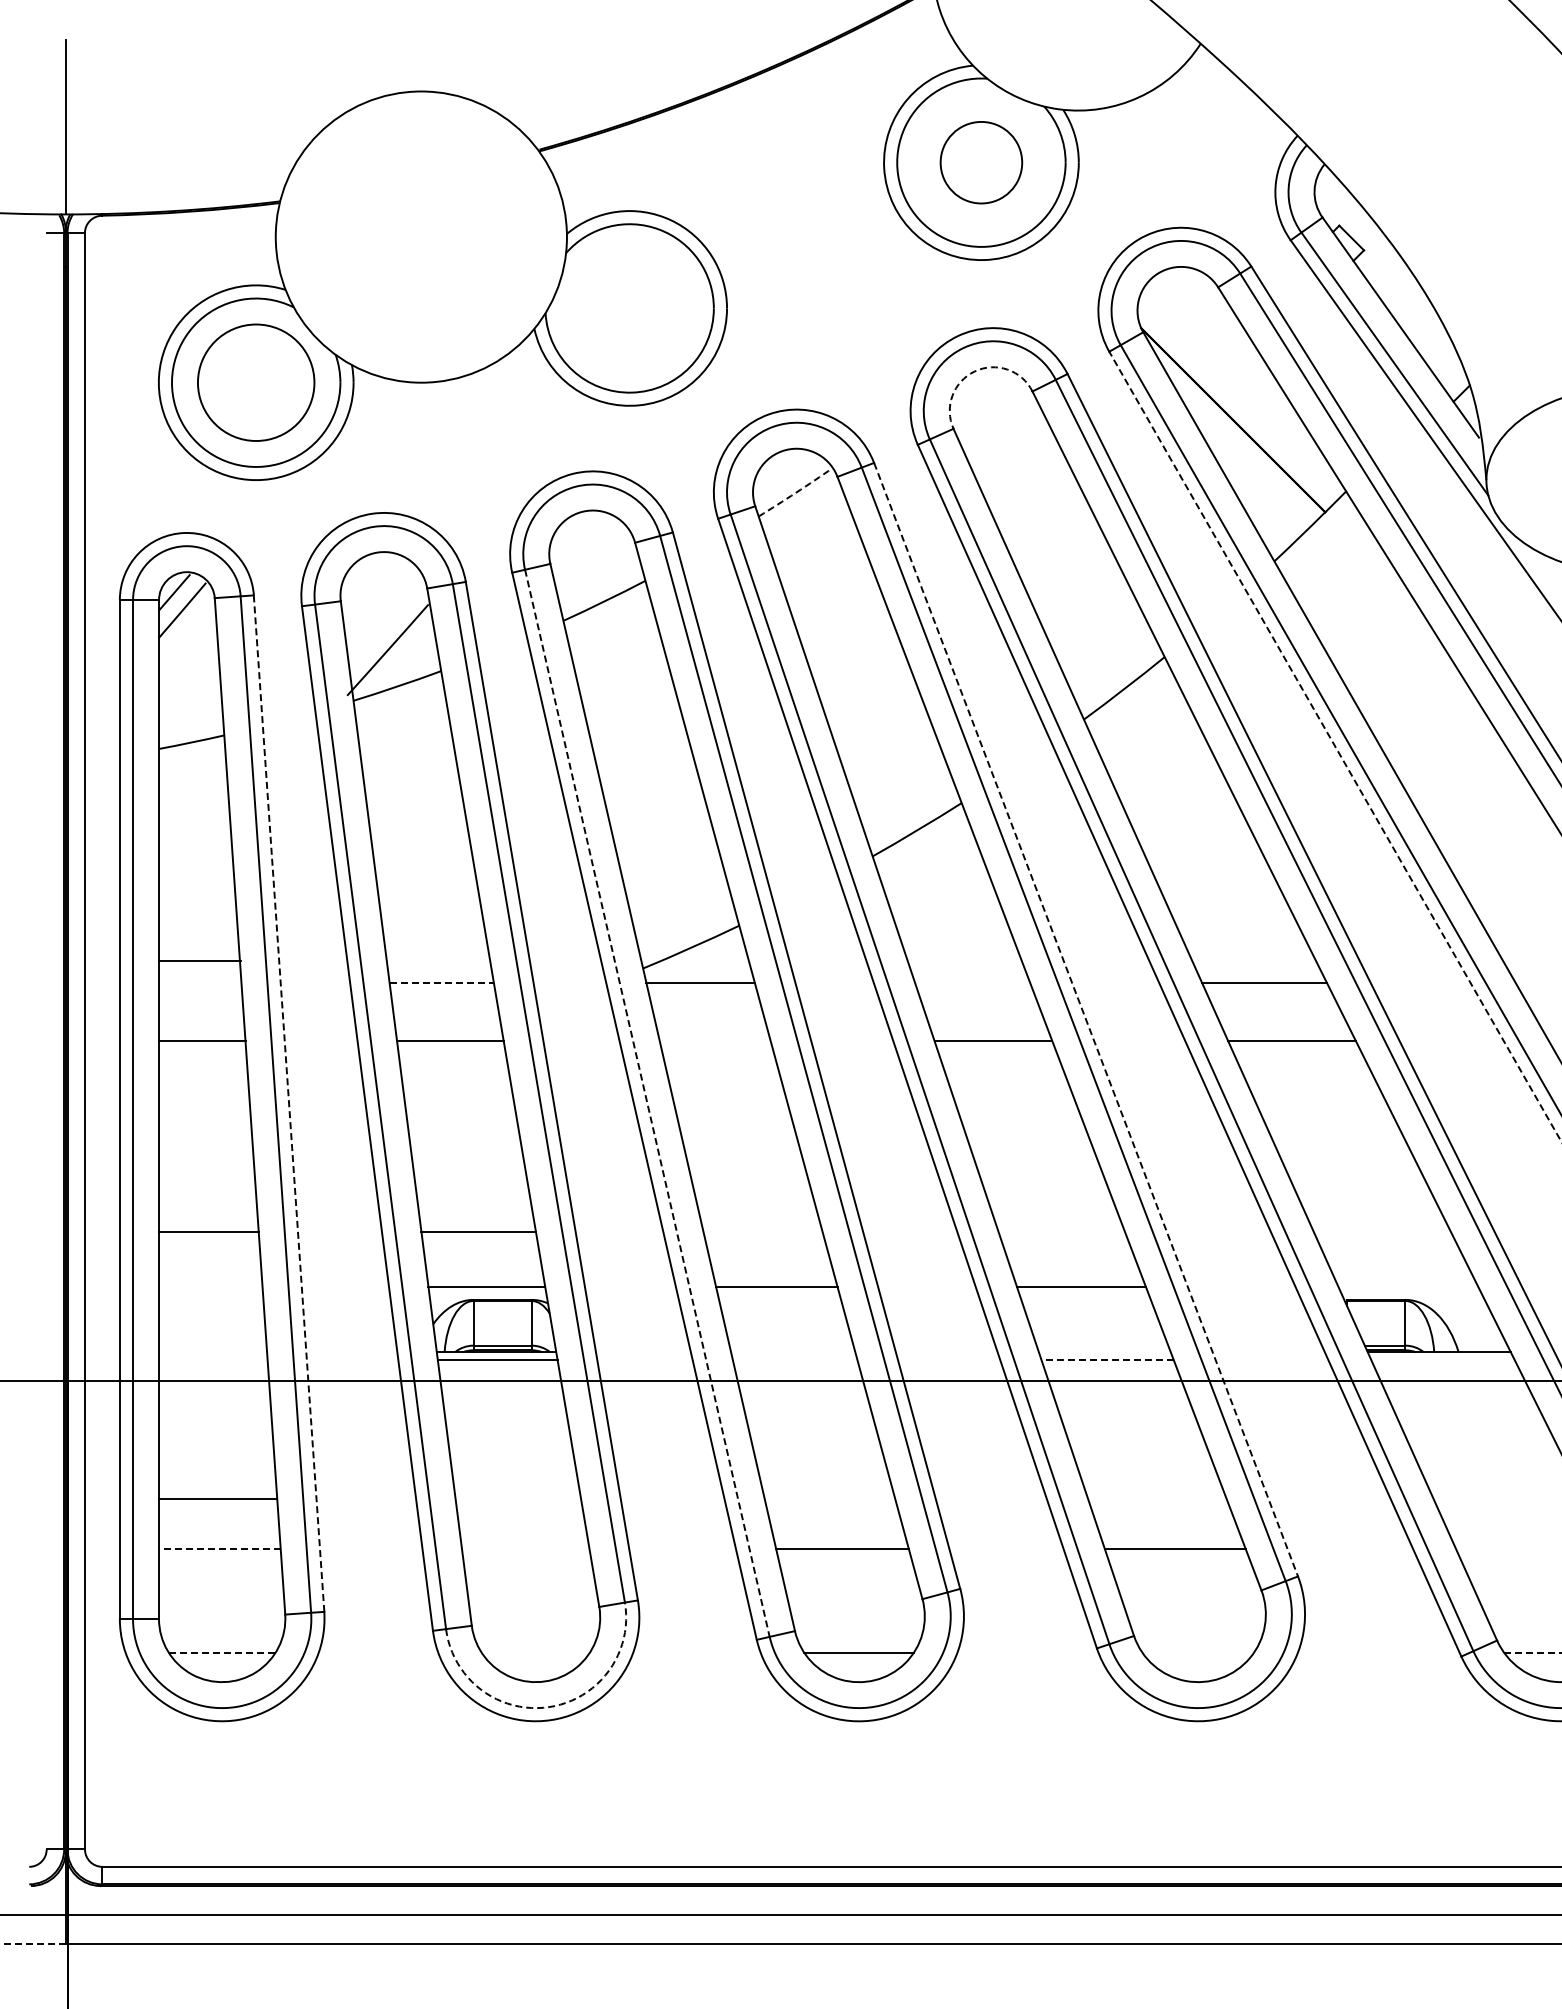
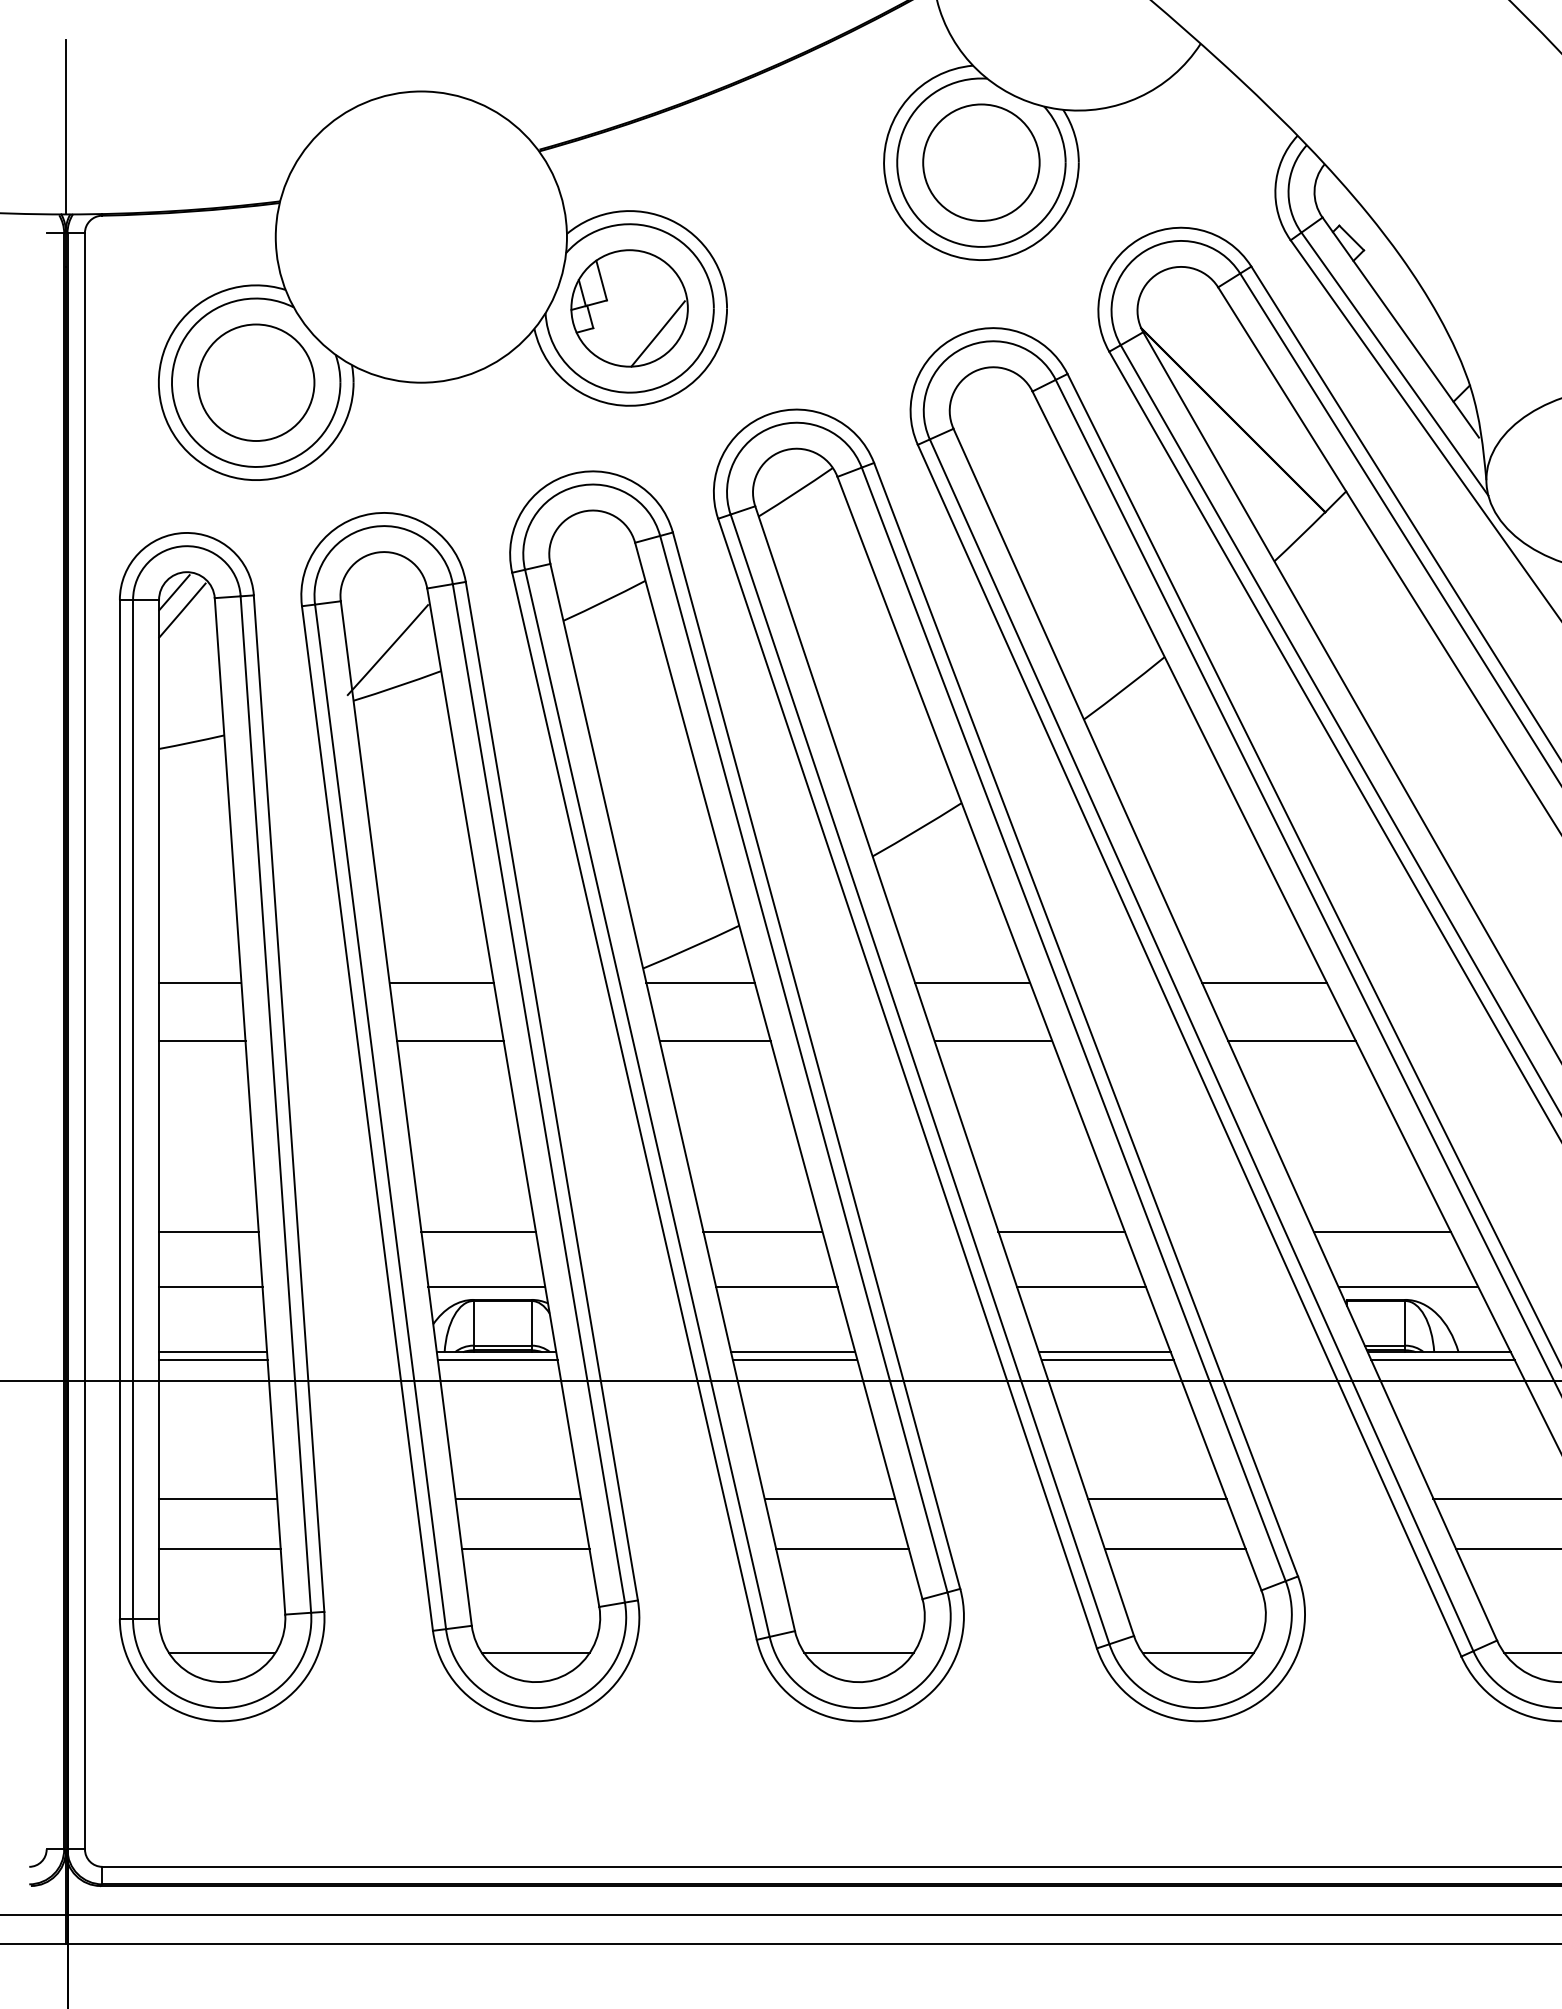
circle at (981, 162) diameter: 82 px -> 116 px
part at (629, 308): none -> present
arc at (974, 371): dashed -> solid
arc at (796, 492): dashed -> solid
line at (1335, 746): dashed -> solid
line at (200, 961) position: (200, 961) -> (200, 983)
line at (442, 983): dashed -> solid
line at (972, 983): none -> present
line at (1086, 1019): dashed -> solid
line at (714, 1041): none -> present
line at (647, 1103): dashed -> solid
line at (289, 1104): dashed -> solid
line at (762, 1231): none -> present
line at (1061, 1231): none -> present
line at (1381, 1231): none -> present
line at (210, 1287): none -> present
line at (1408, 1287): none -> present
line at (213, 1352): none -> present
line at (793, 1352): none -> present
line at (1104, 1352): none -> present
line at (213, 1360): none -> present
line at (794, 1360): none -> present
line at (1107, 1360): dashed -> solid
line at (1442, 1360): none -> present
line at (518, 1498): none -> present
line at (829, 1498): none -> present
line at (1156, 1498): none -> present
line at (1495, 1498): none -> present
line at (219, 1549): dashed -> solid
line at (525, 1549): none -> present
line at (1507, 1549): none -> present
line at (222, 1653): dashed -> solid
line at (535, 1653): none -> present
line at (1197, 1653): none -> present
line at (1533, 1653): dashed -> solid
arc at (549, 1707): dashed -> solid
line at (32, 1944): dashed -> solid
